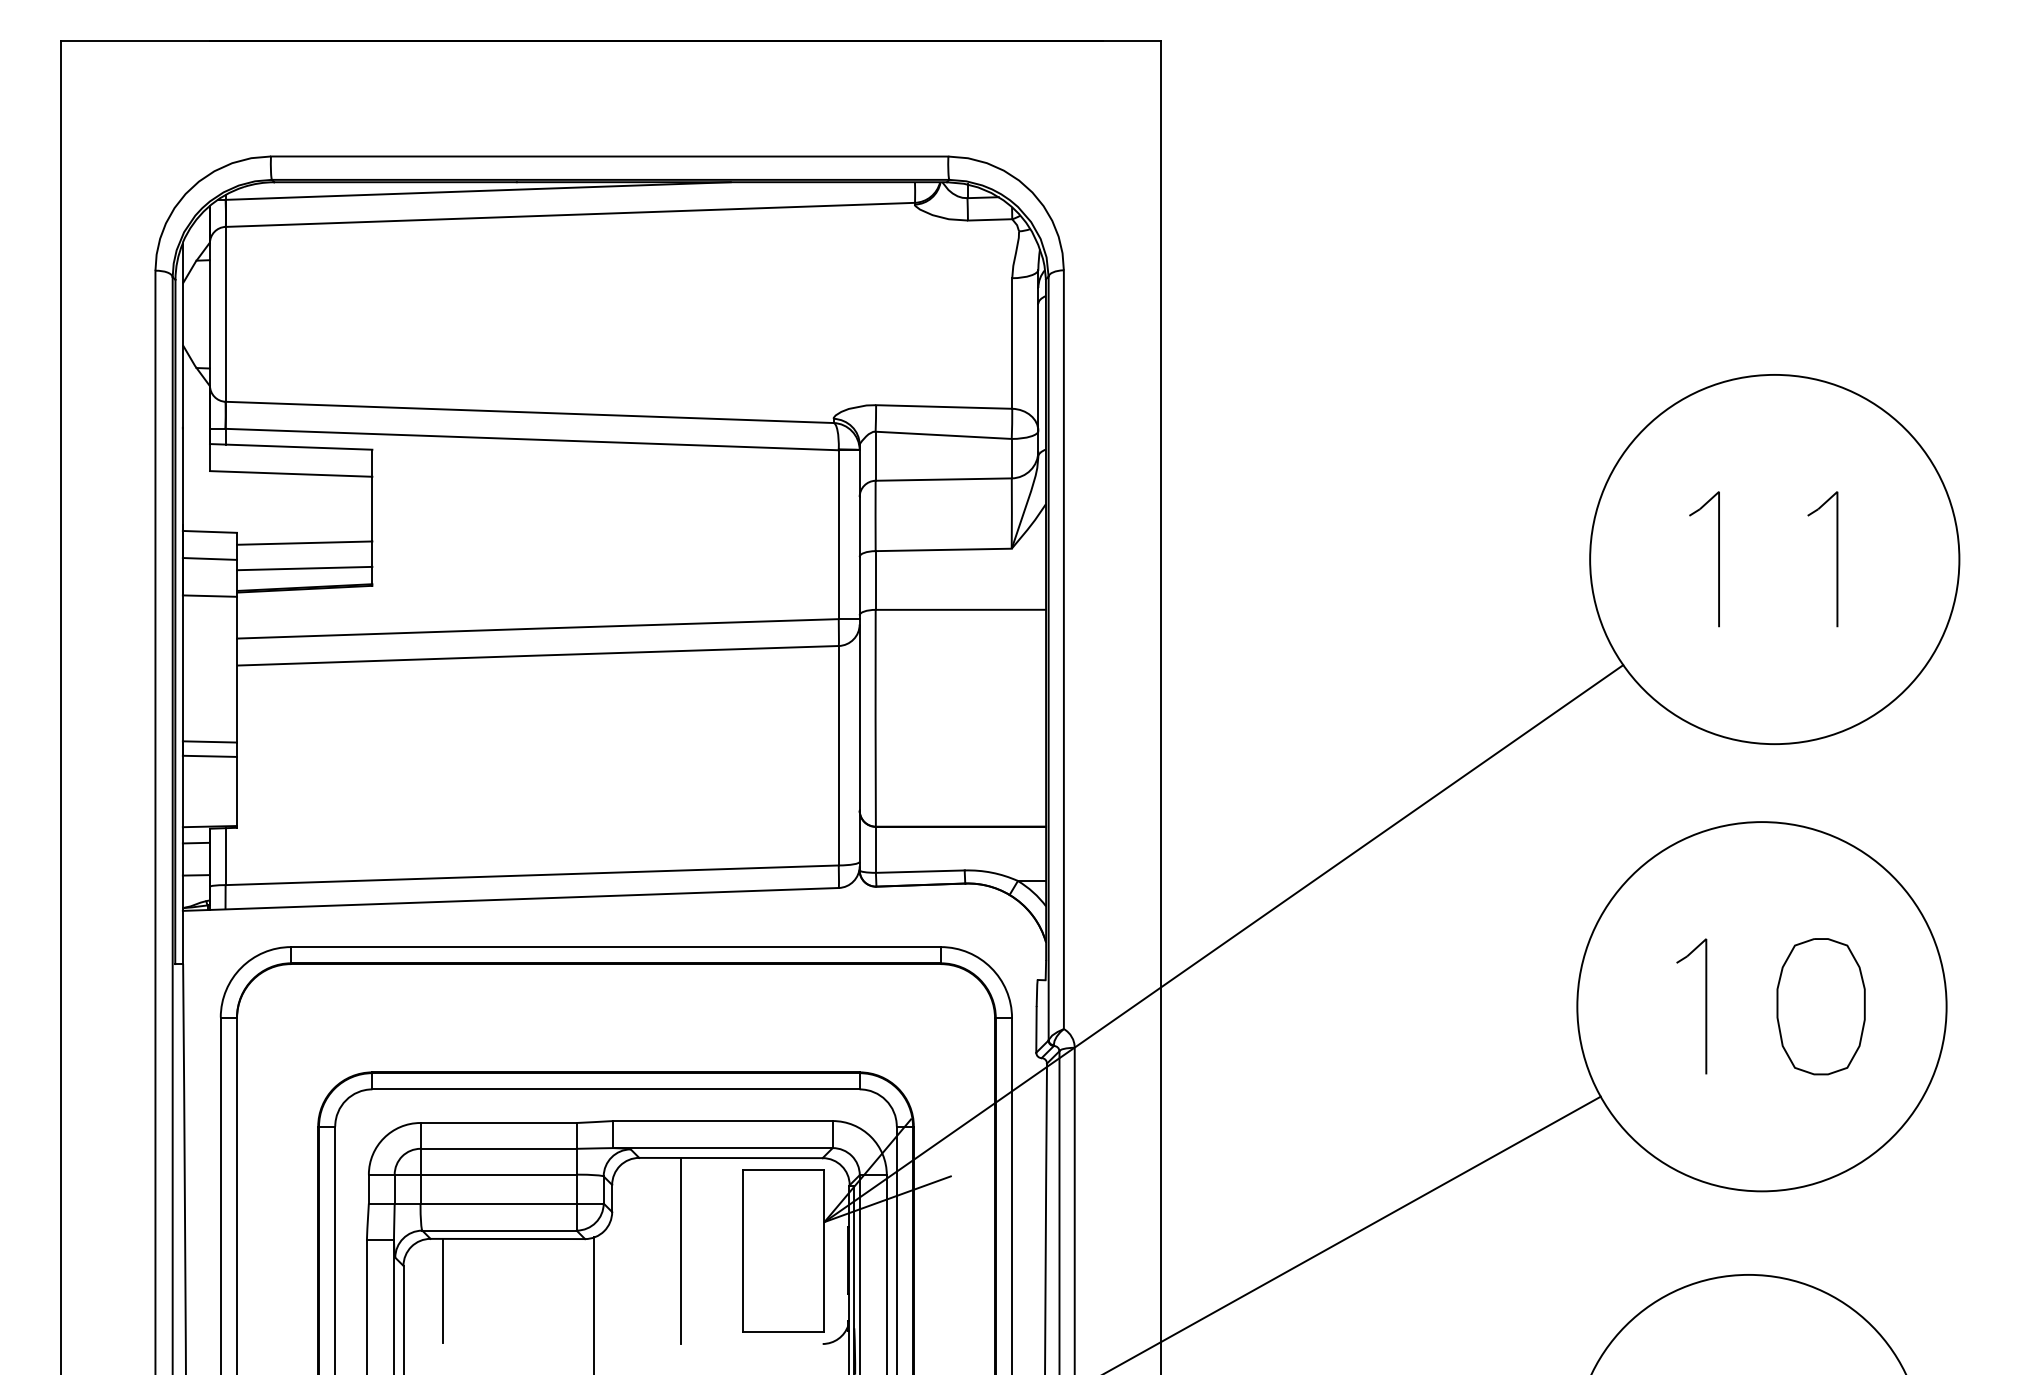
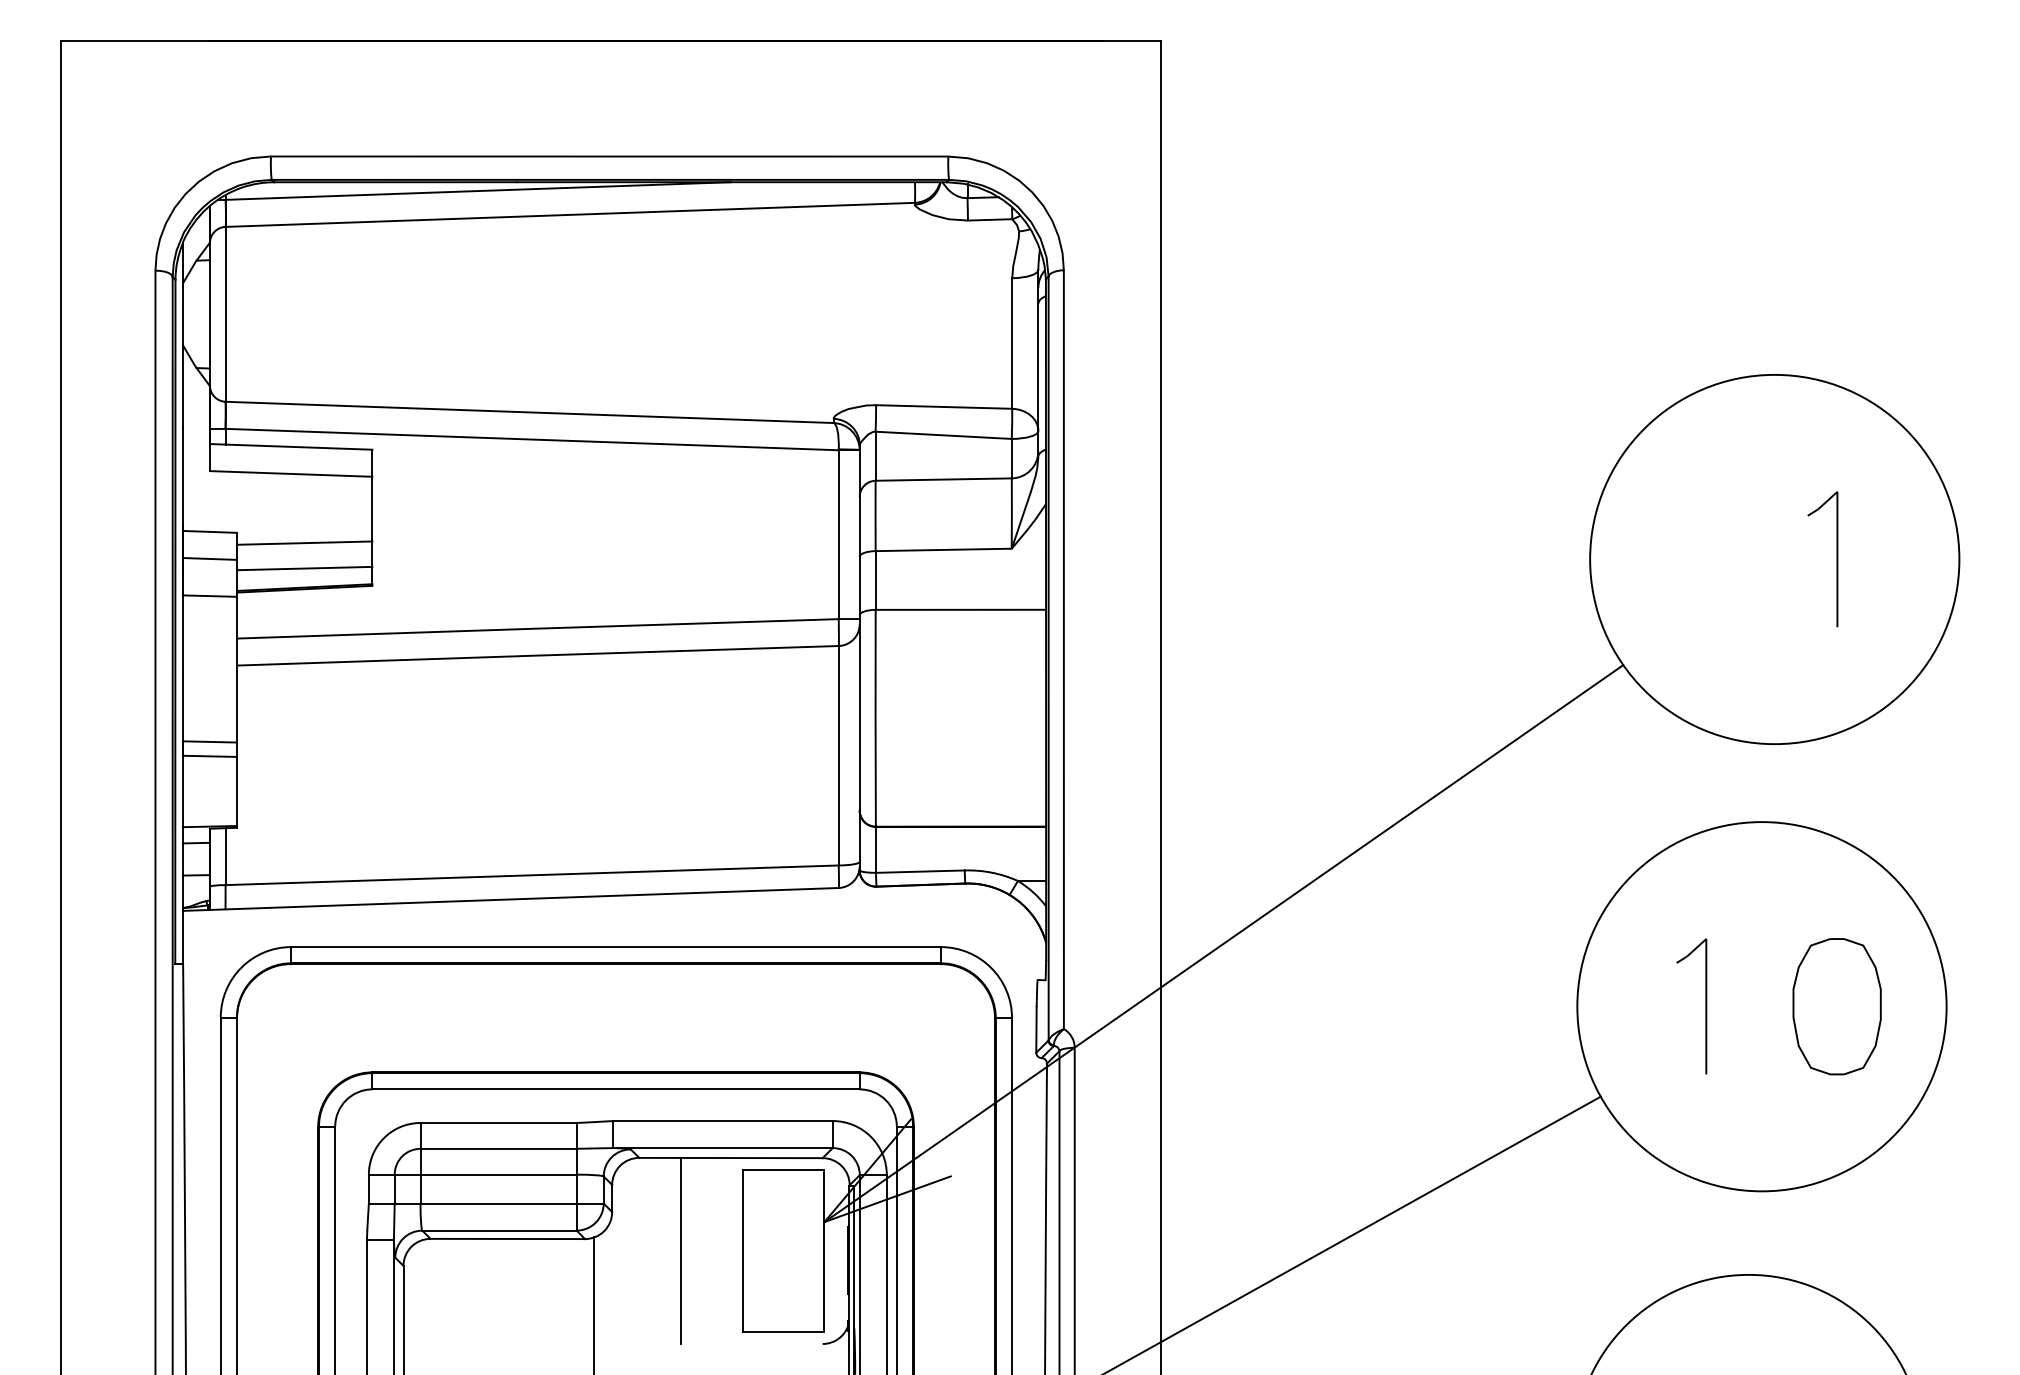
part at (1718, 559): present -> none
part at (1820, 1006) position: (1820, 1006) -> (1836, 1006)
line at (442, 1290): present -> none
